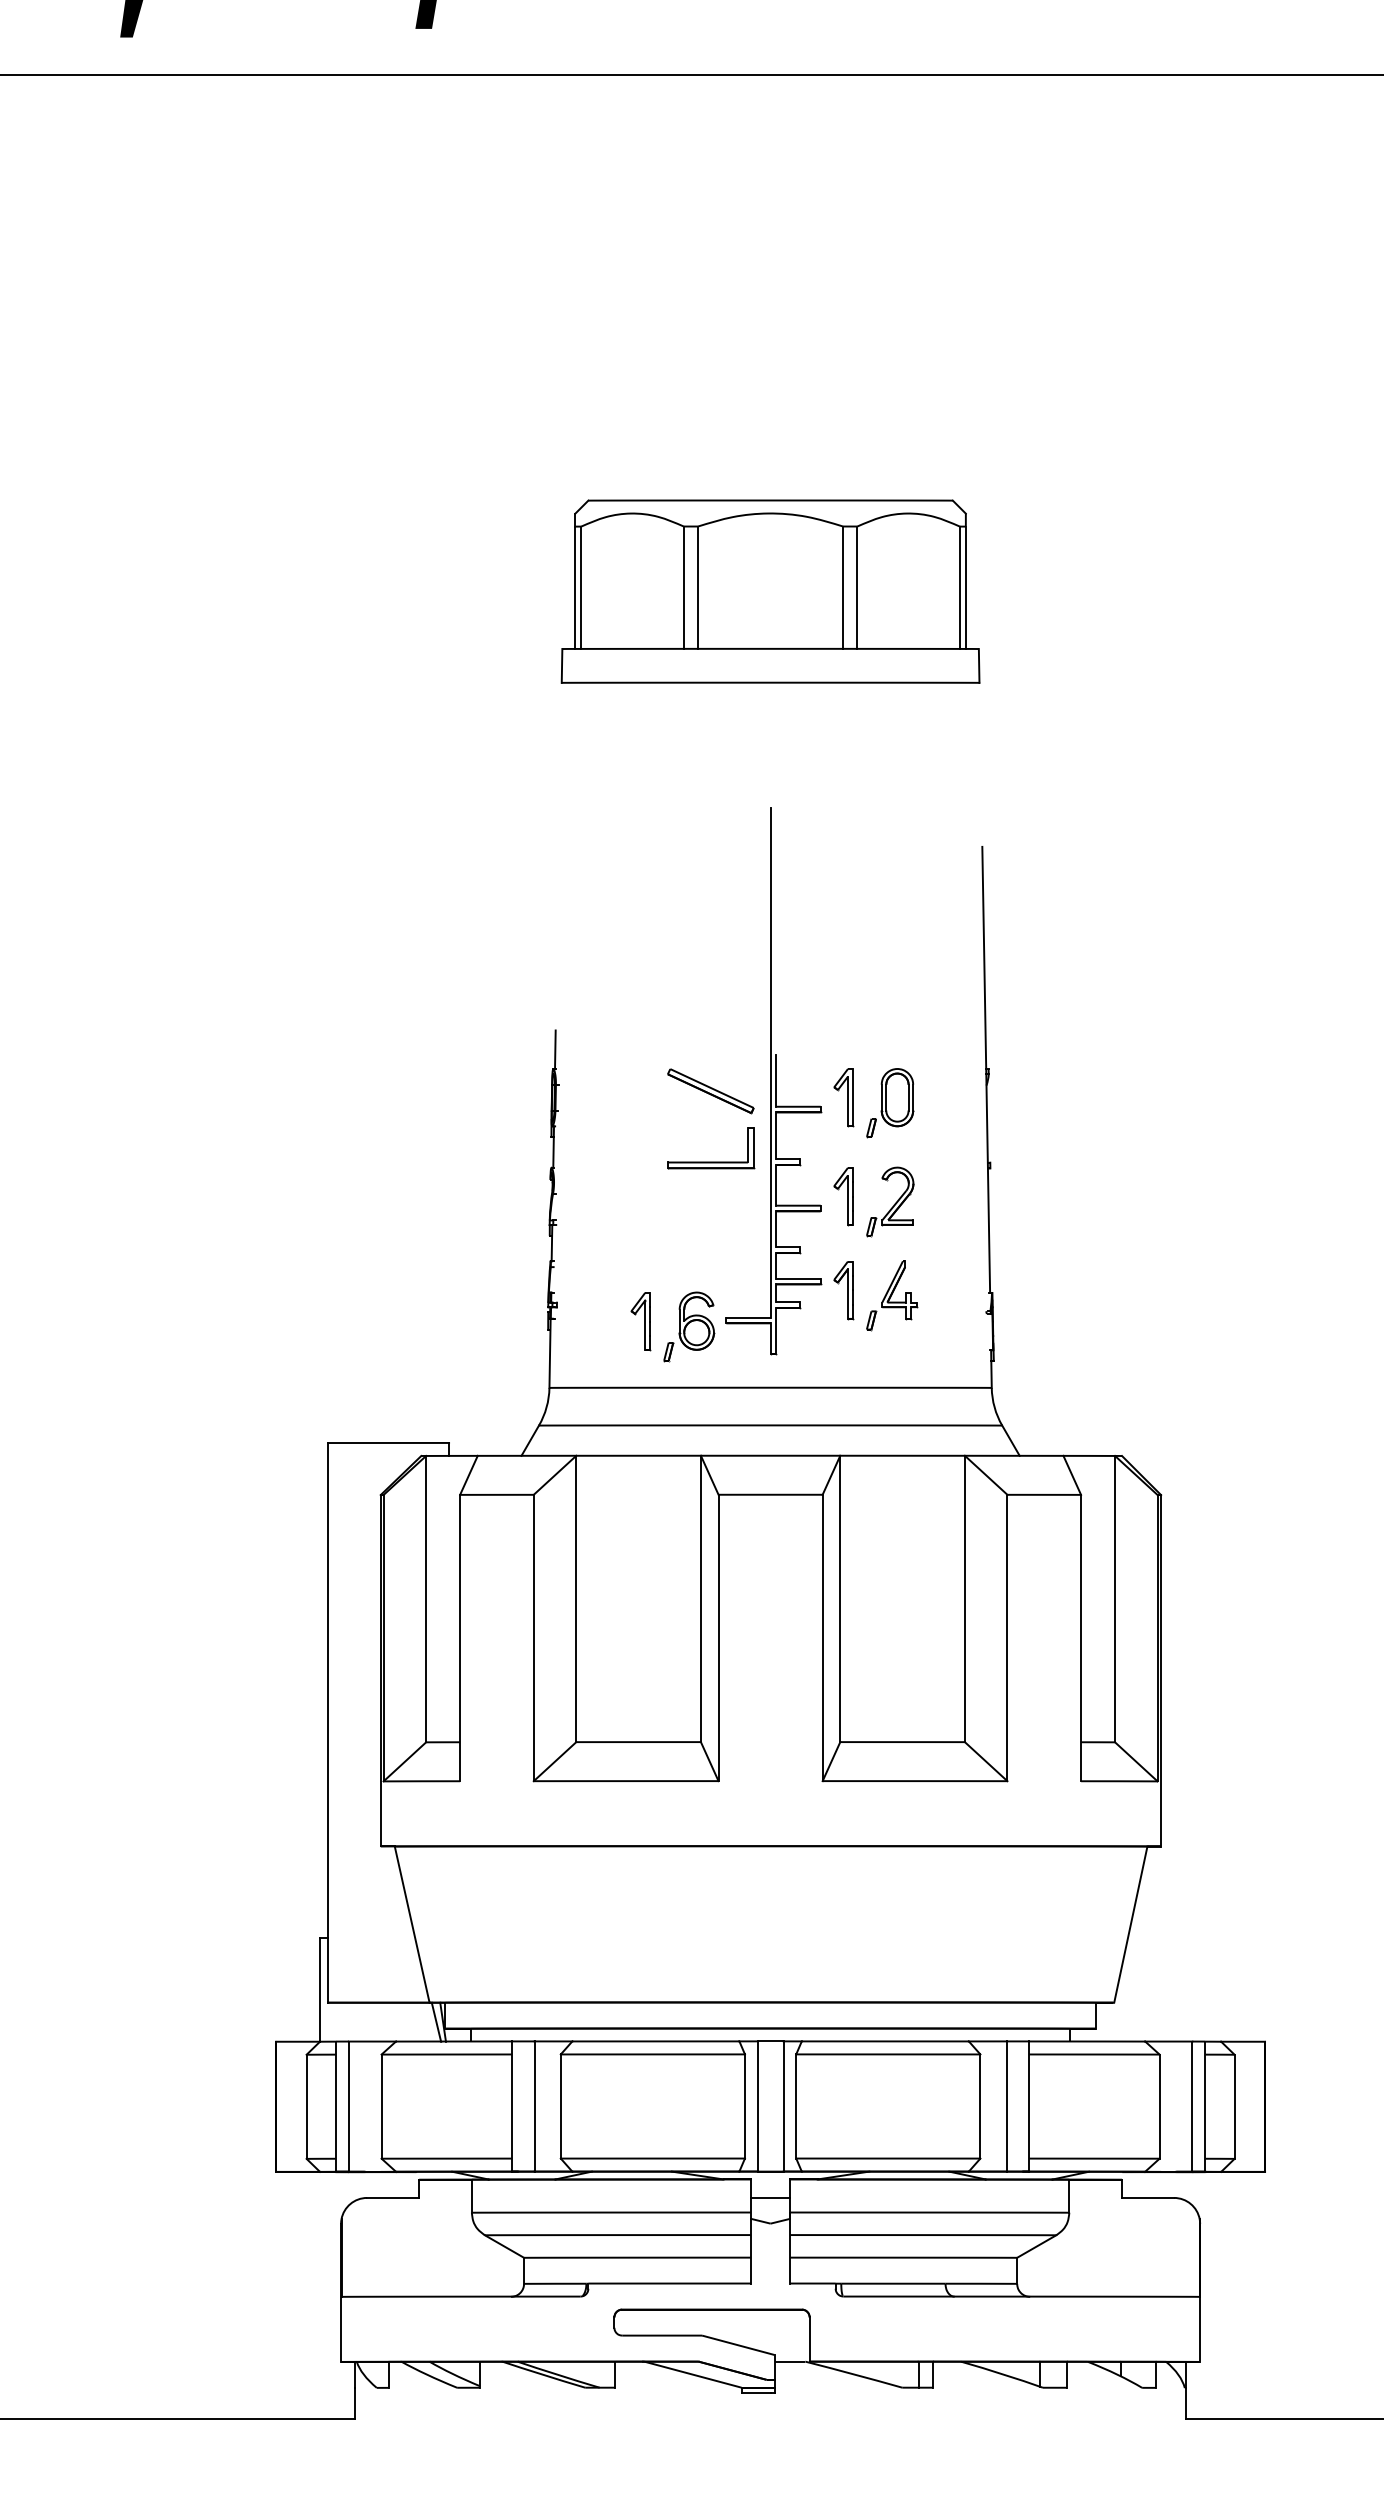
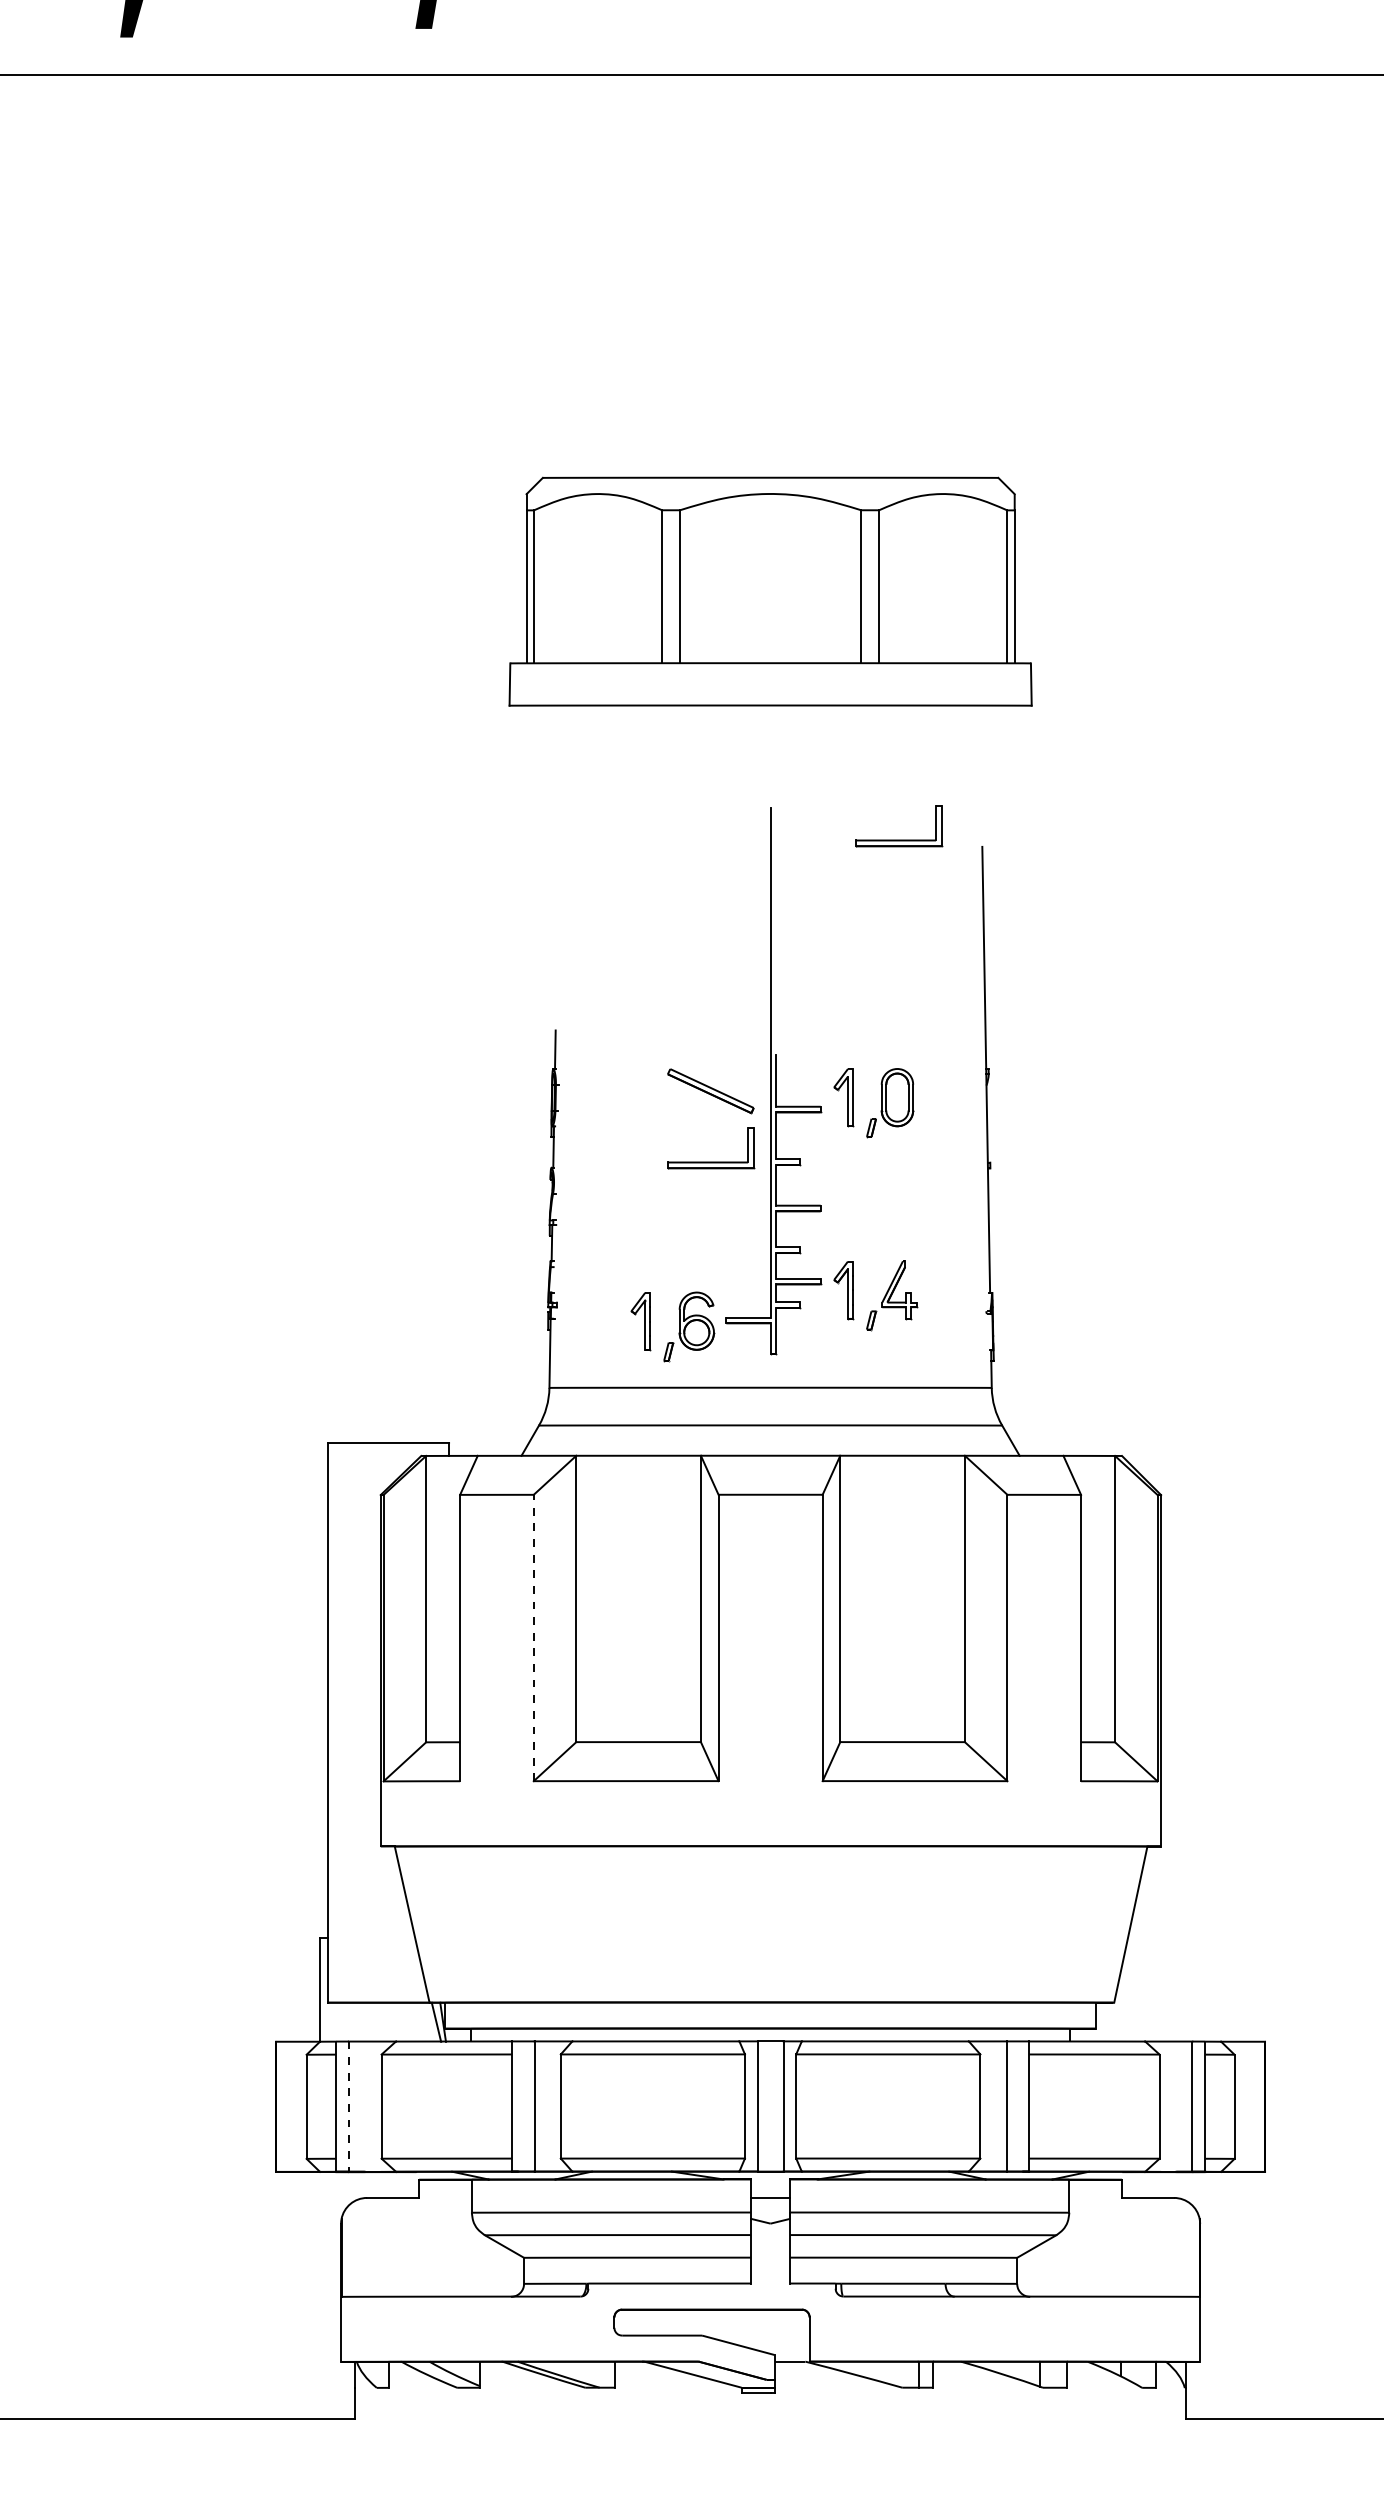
part at (770, 591) size: 421x185 px -> 525x231 px
part at (899, 839): none -> present
part at (843, 1196): present -> none
part at (890, 1201): present -> none
line at (533, 1637): solid -> dashed
line at (348, 2107): solid -> dashed
